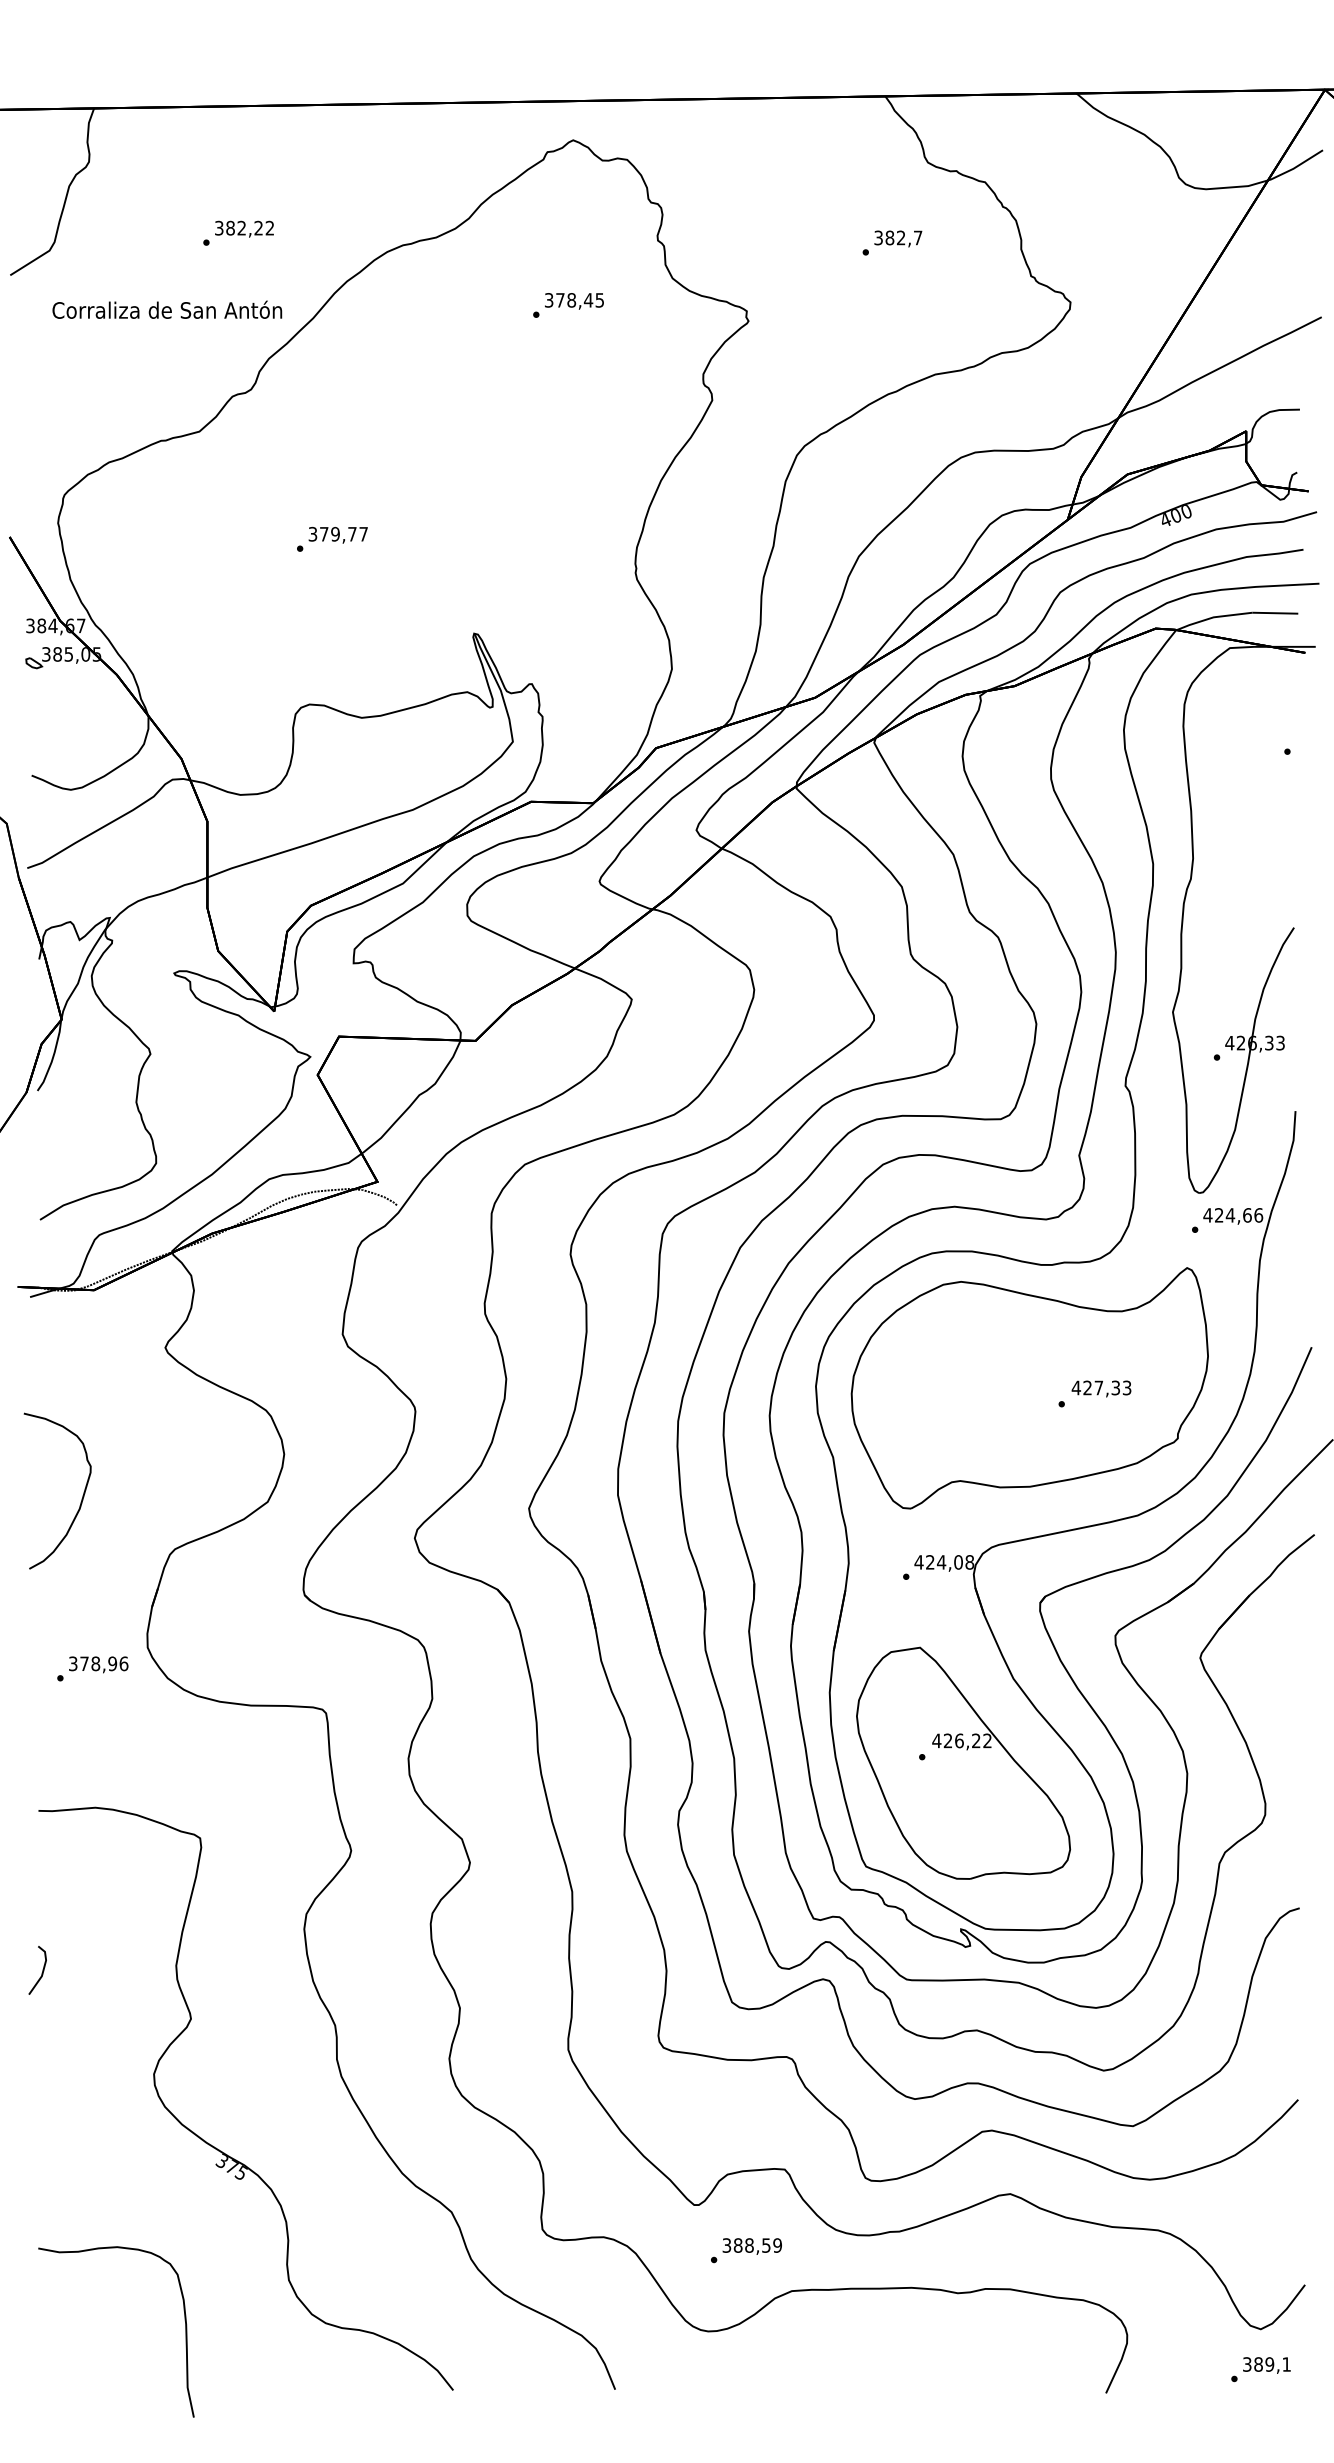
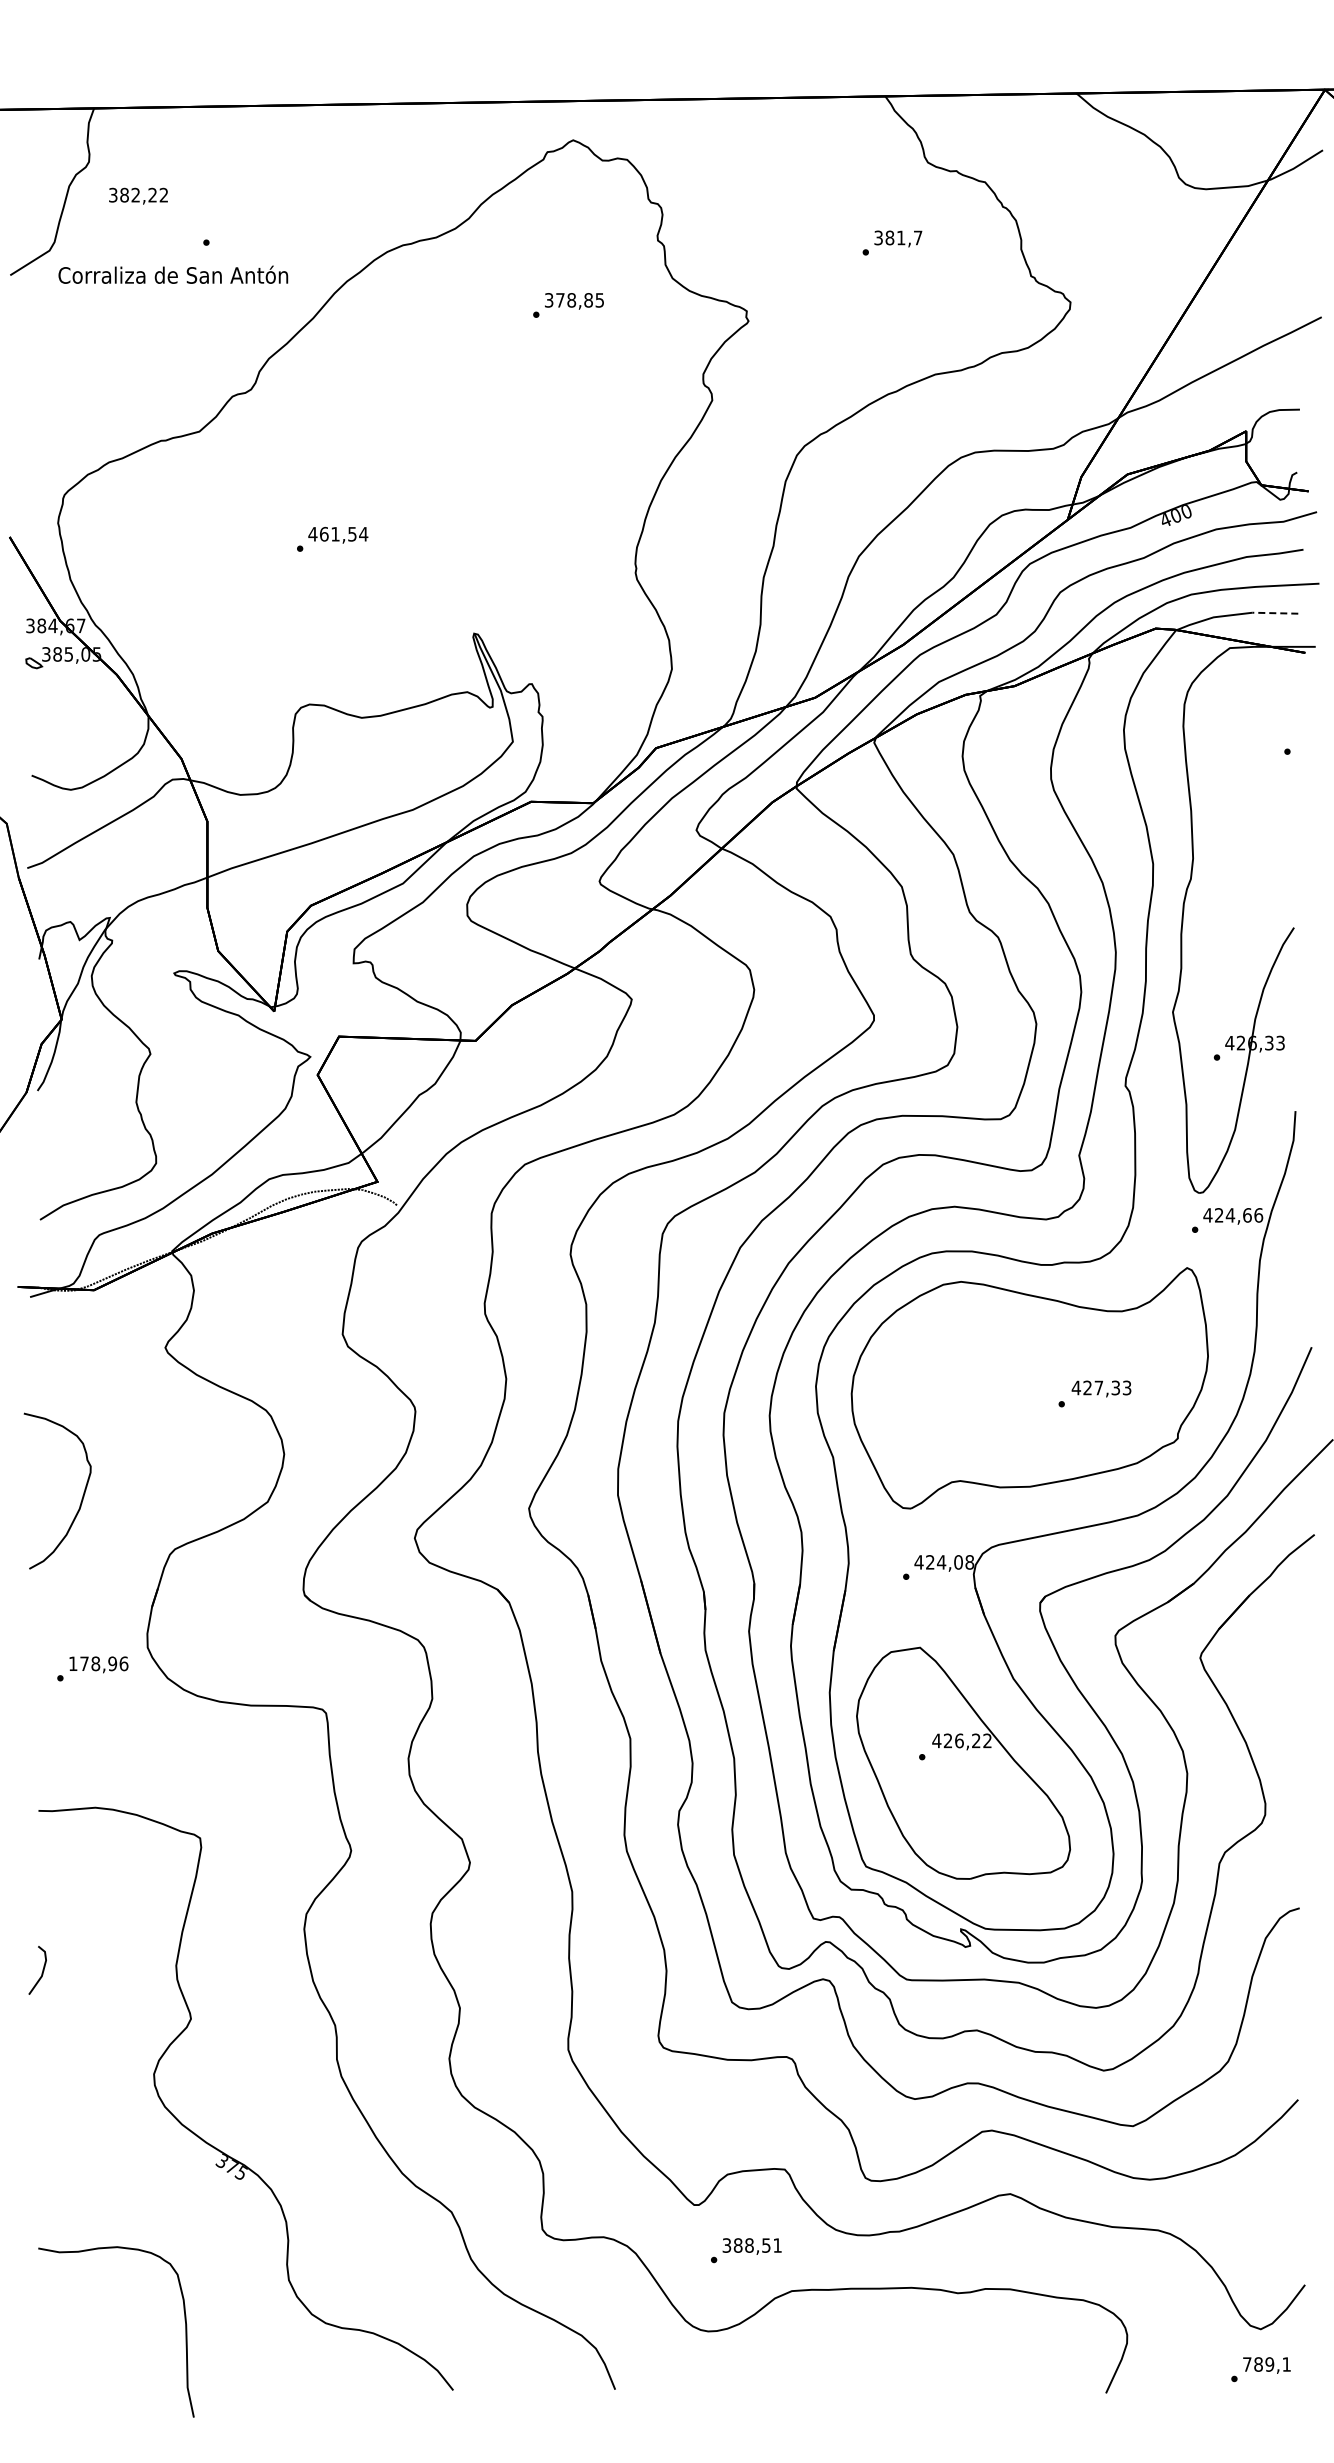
text at (244, 228) position: (244, 228) -> (138, 195)
text at (901, 237): 382,7 -> 381,7
text at (588, 300): 378,45 -> 378,85
text at (167, 309) position: (167, 309) -> (173, 274)
text at (338, 533): 379,77 -> 461,54
line at (1275, 613): solid -> dashed
text at (73, 1663): 378,96 -> 178,96
text at (777, 2245): 388,59 -> 388,51
text at (1247, 2364): 389,1 -> 789,1
